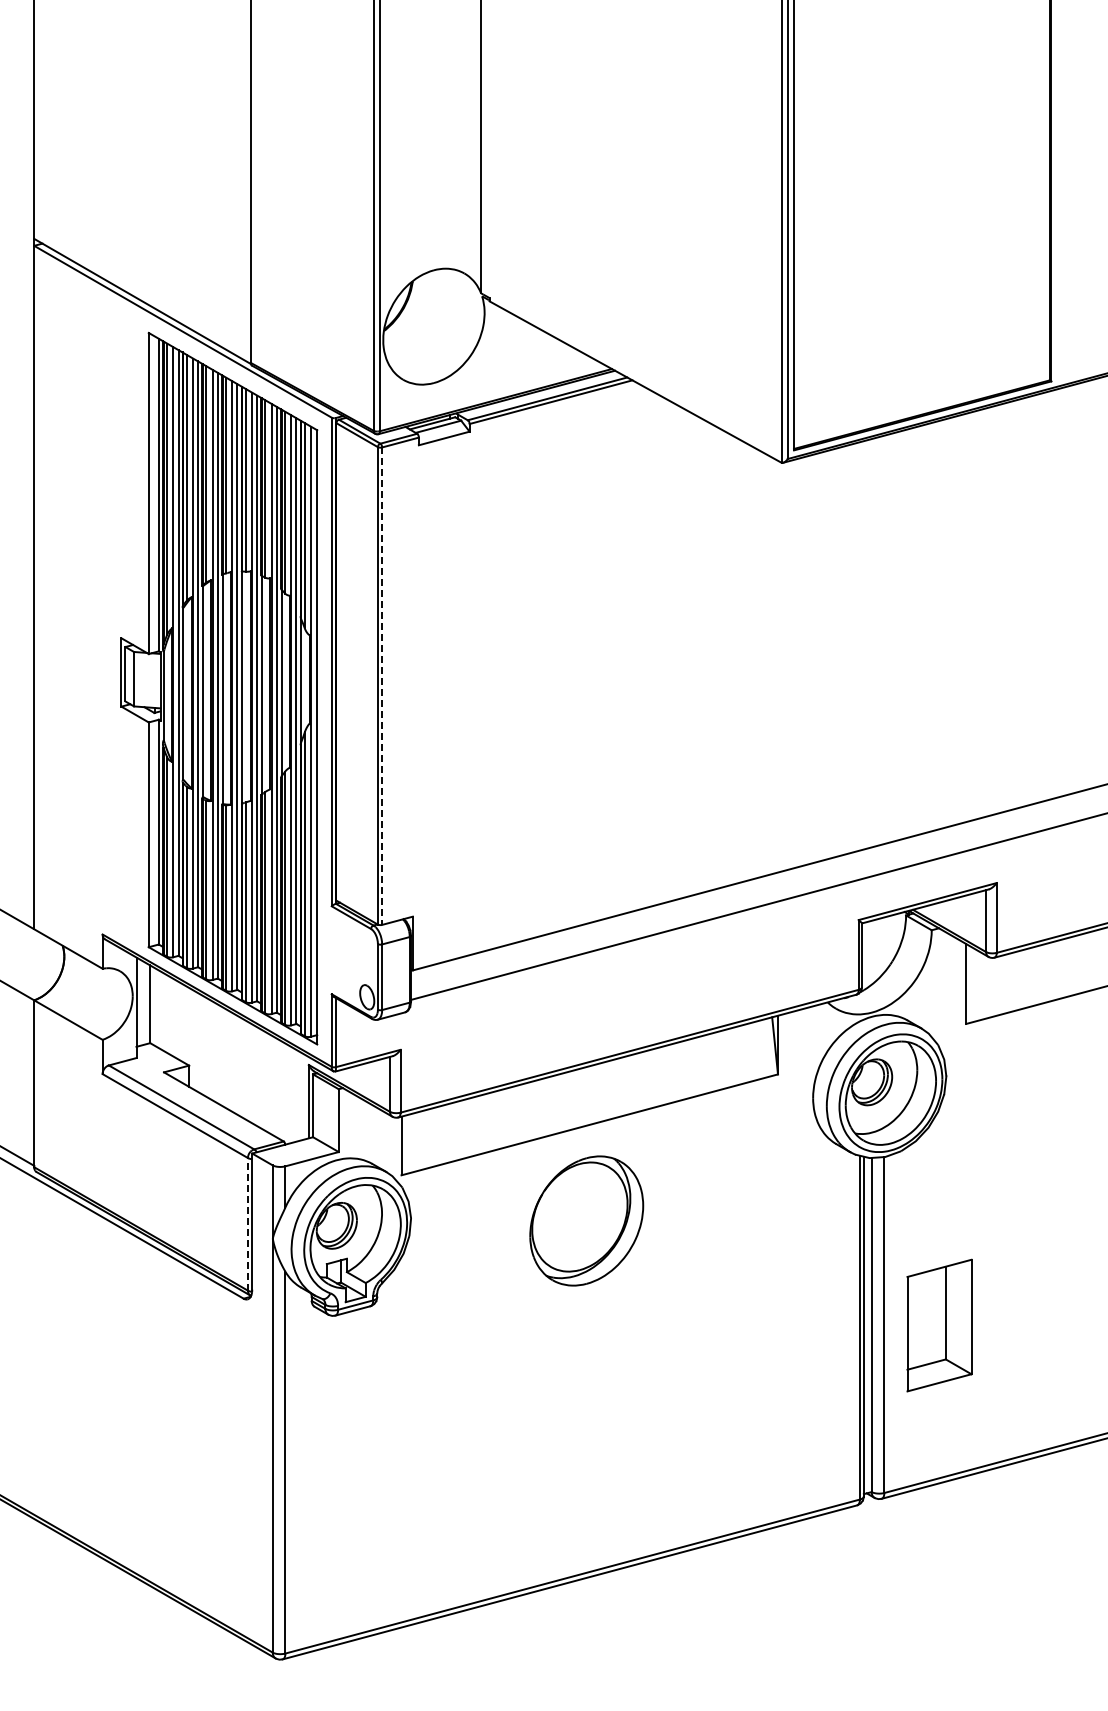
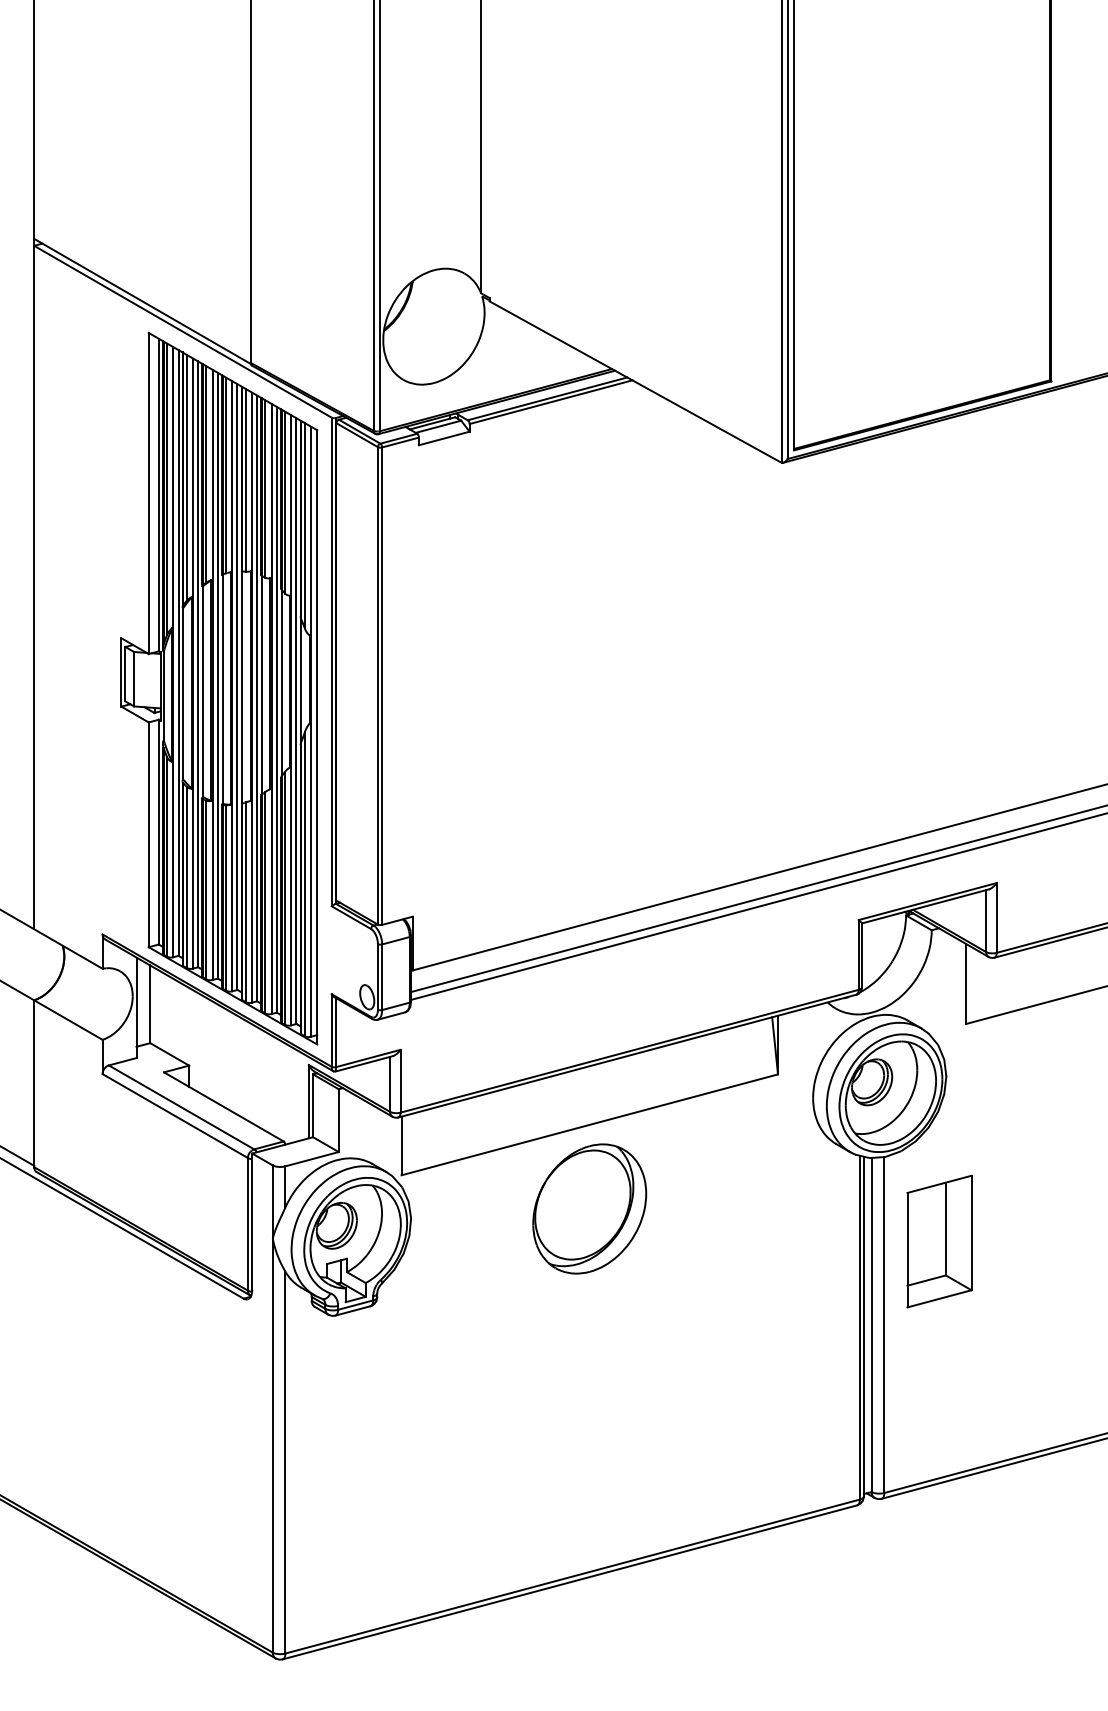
line at (382, 686): dashed -> solid
line at (757, 899): none -> present
part at (586, 1220) position: (586, 1220) -> (589, 1208)
line at (247, 1223): dashed -> solid
part at (939, 1325) position: (939, 1325) -> (939, 1241)
